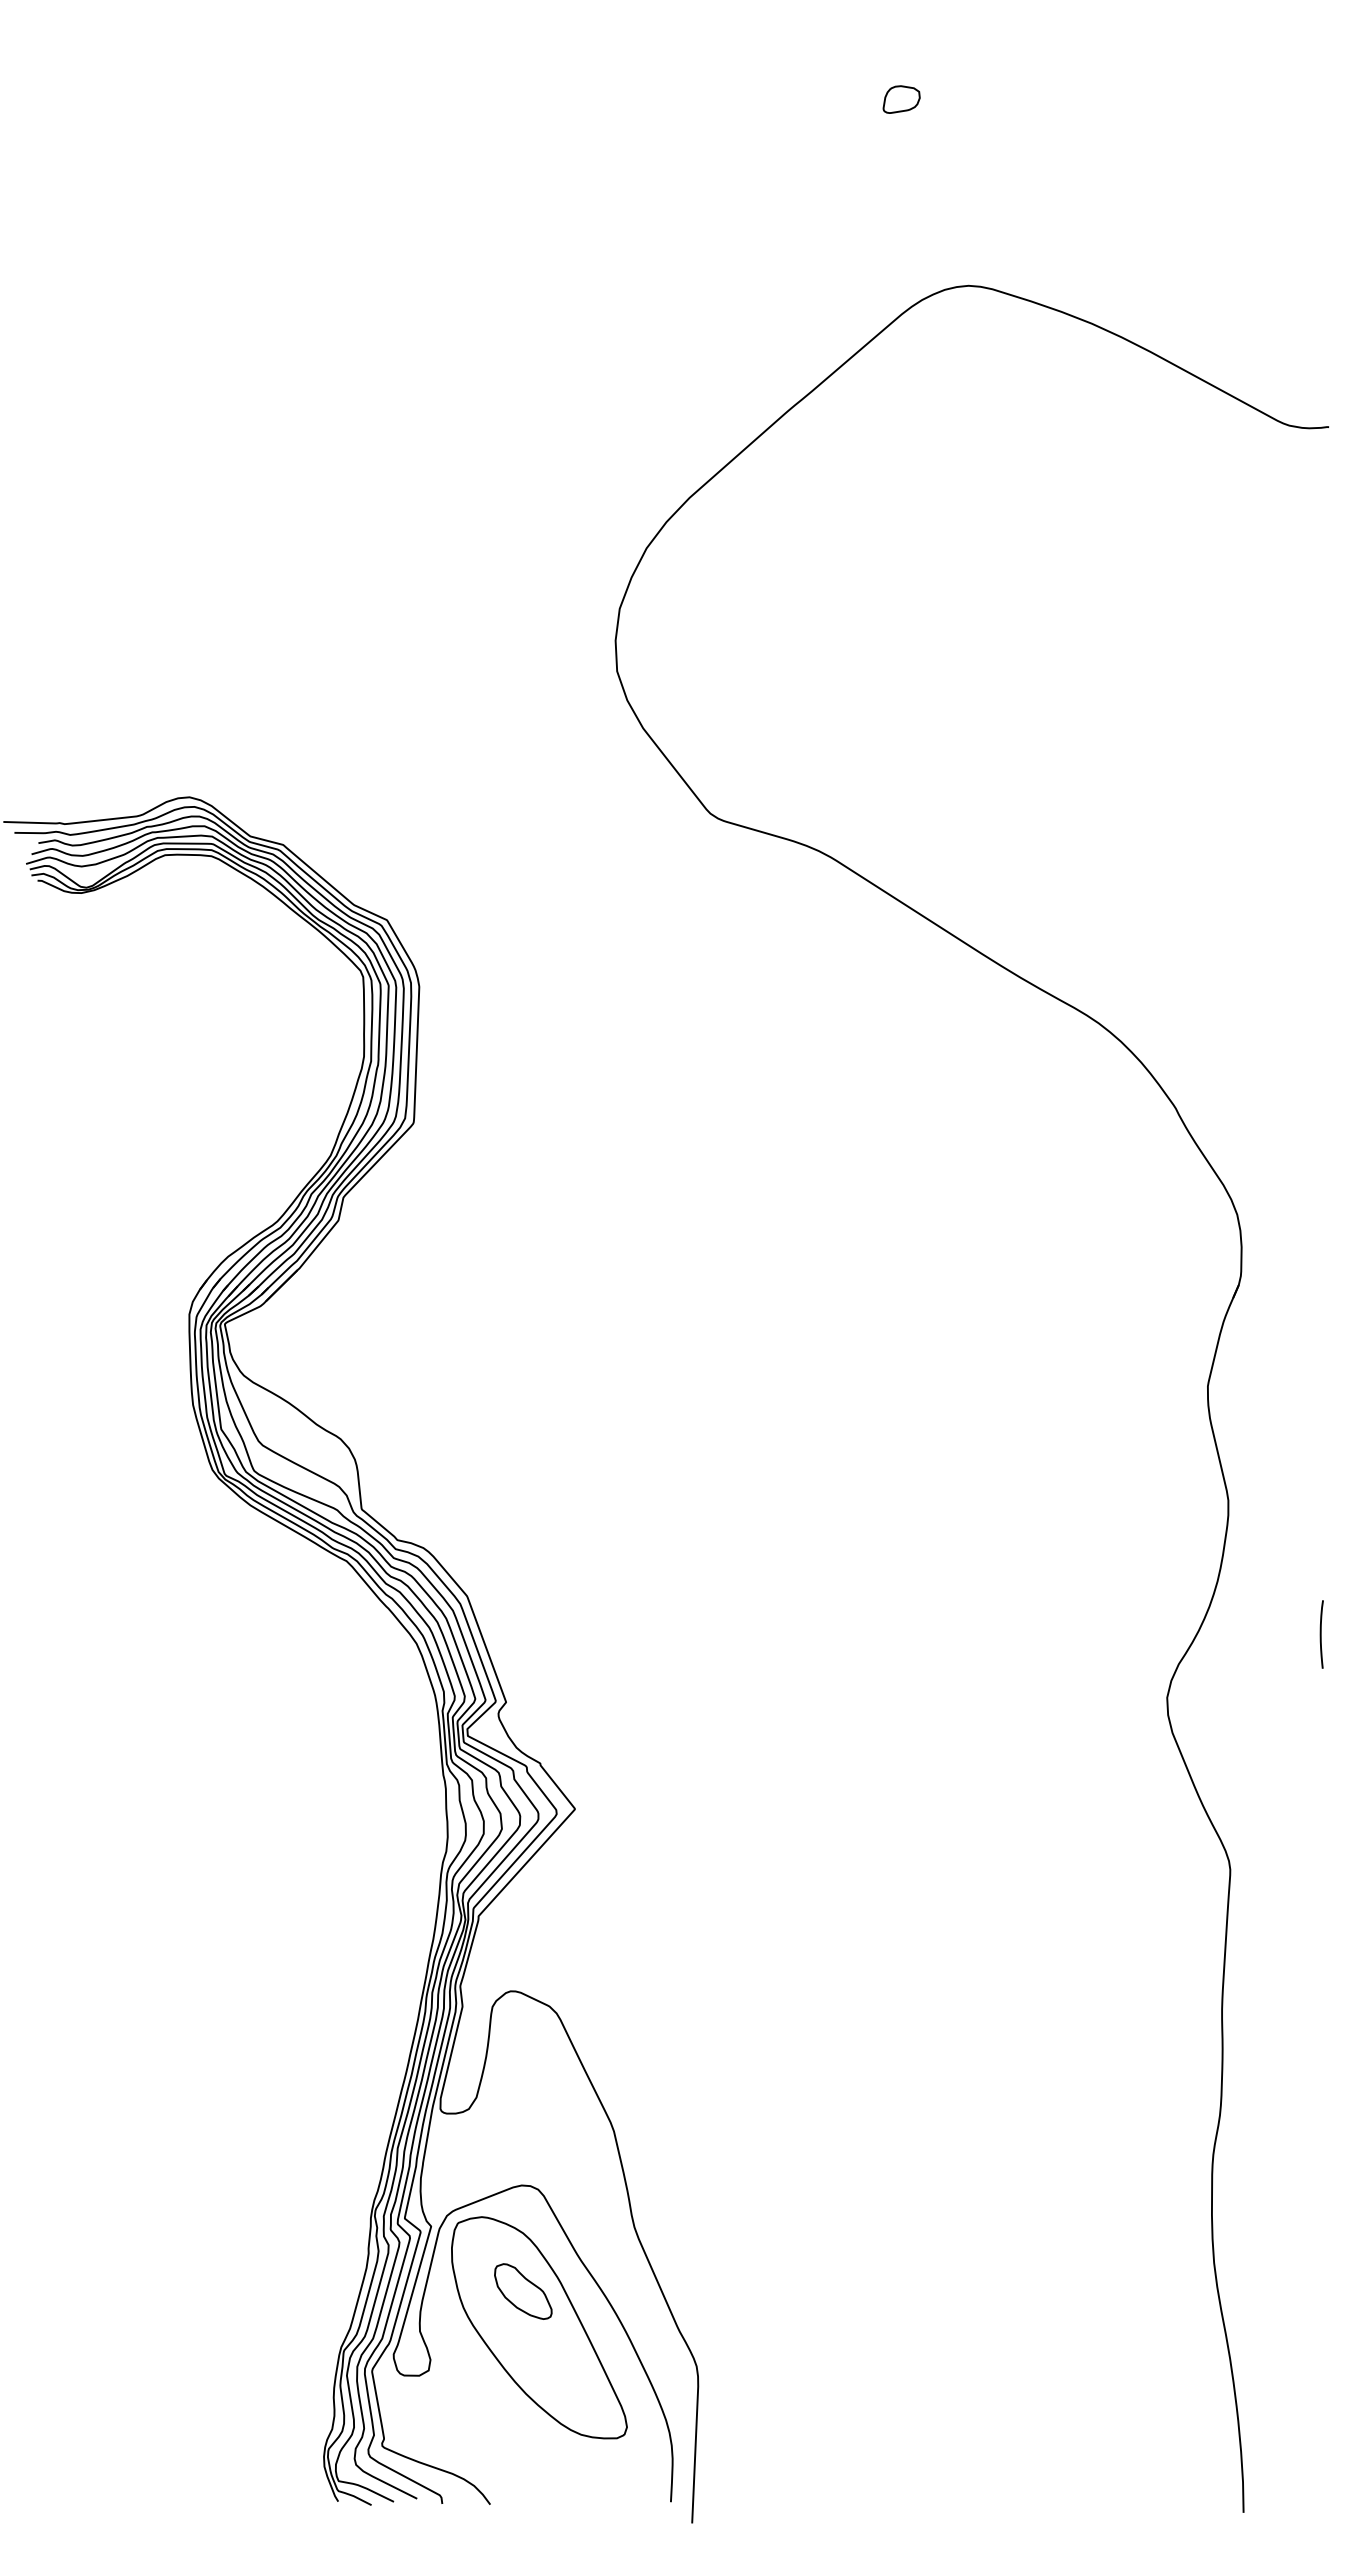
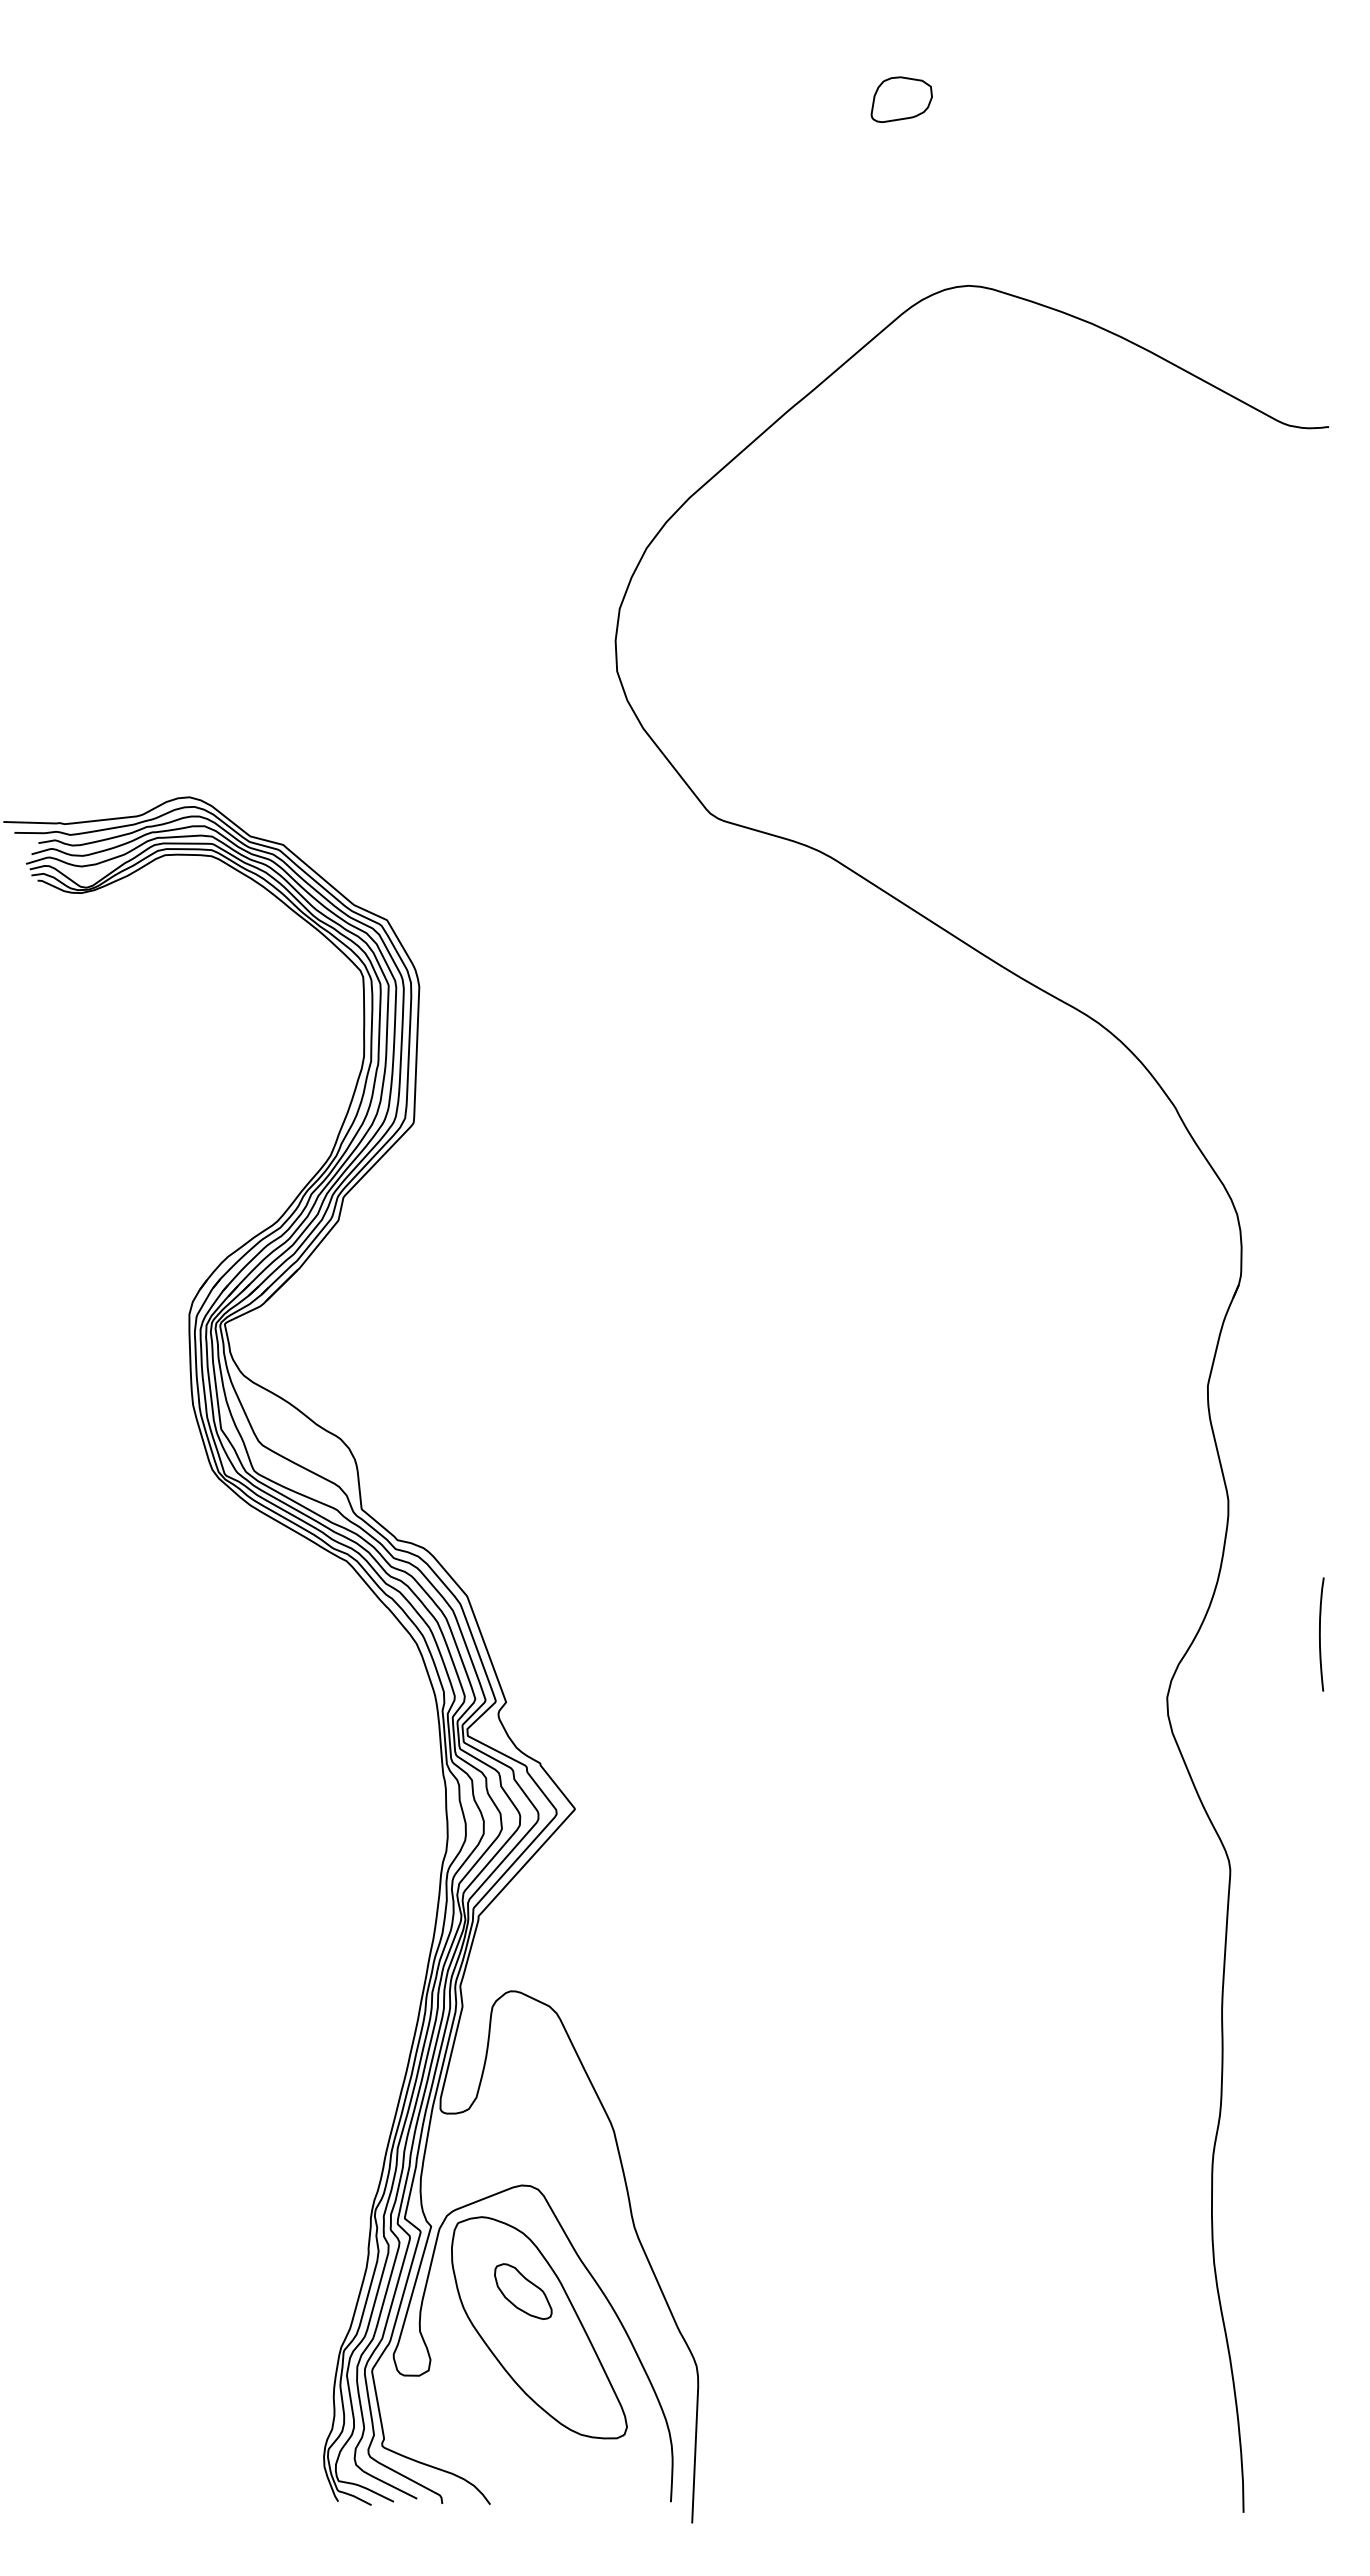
part at (901, 99) size: 39x29 px -> 63x47 px
part at (1321, 1634) size: 5x69 px -> 6x115 px
